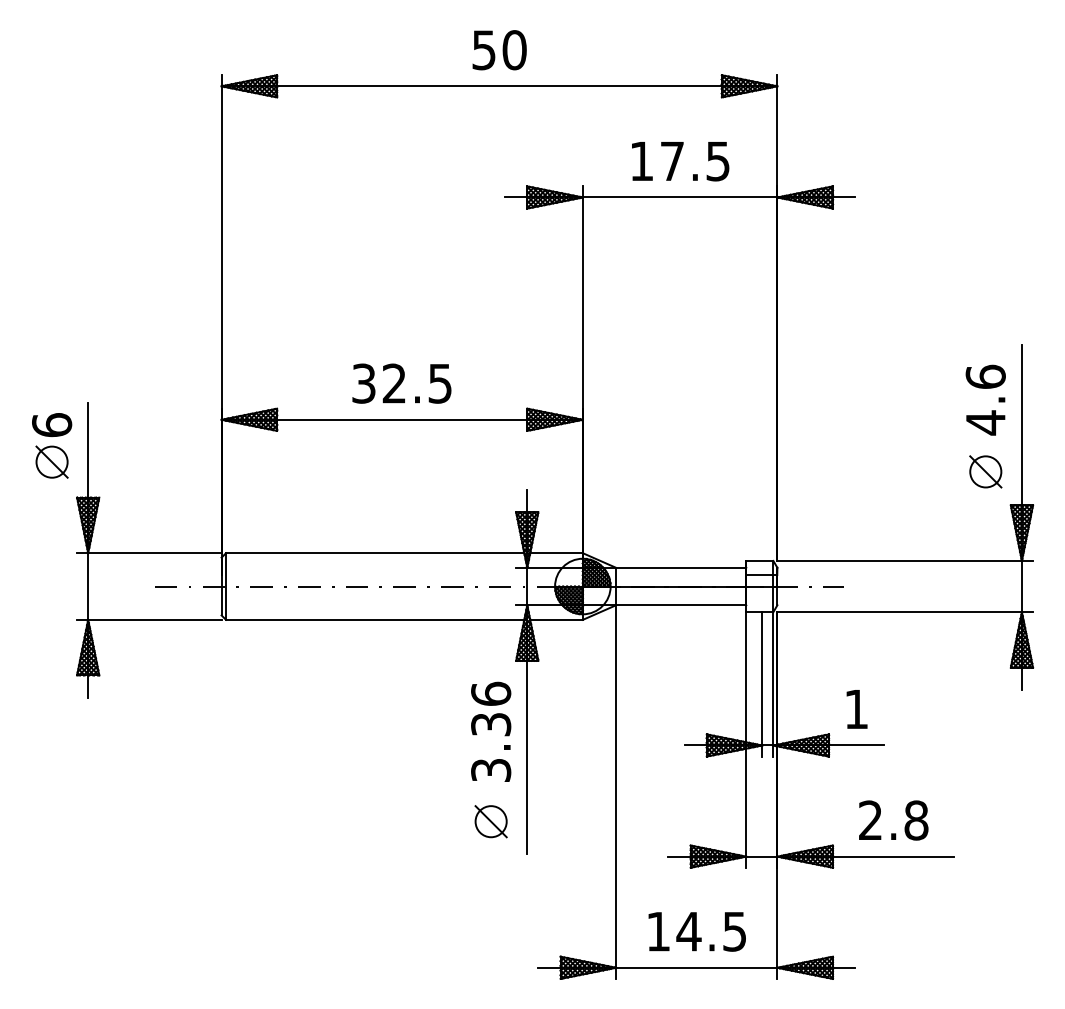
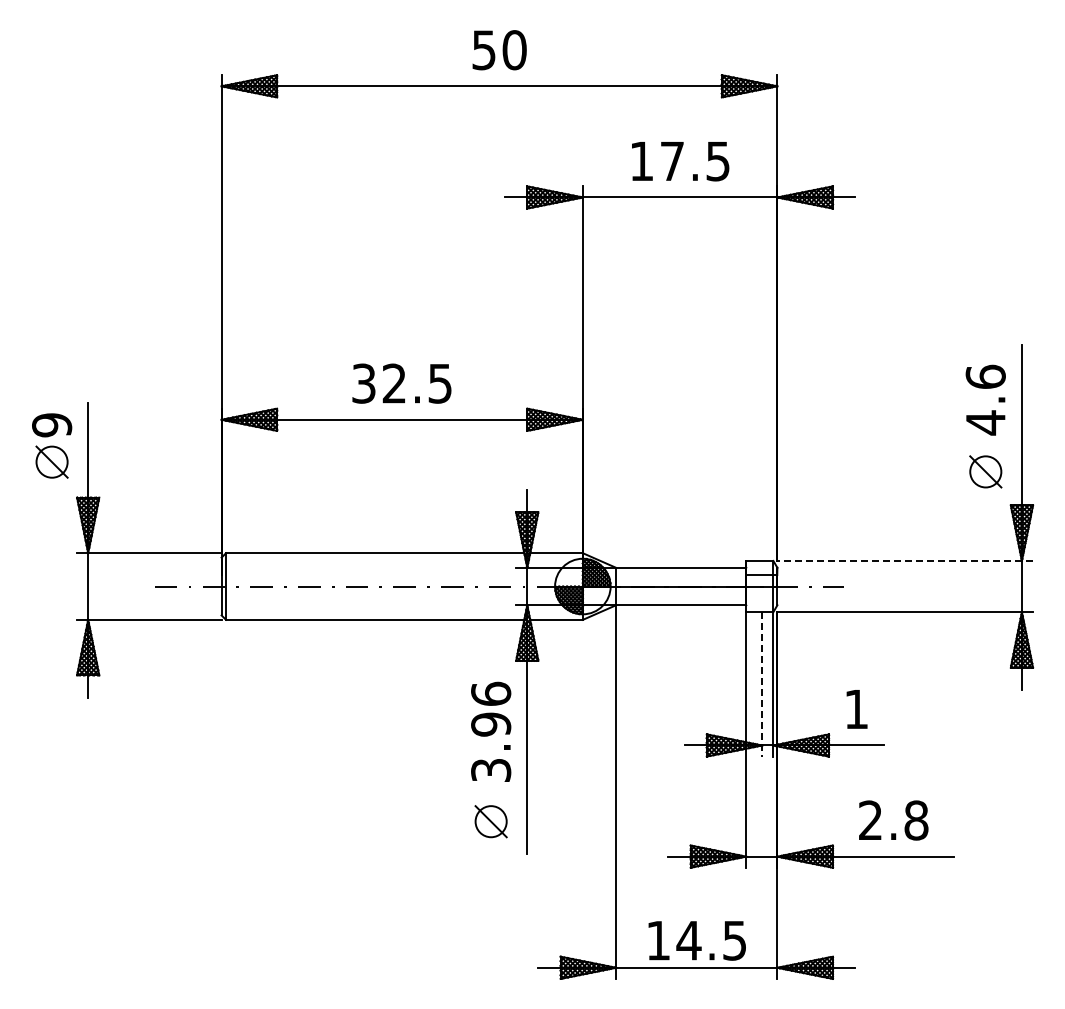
text at (52, 425): 6 -> 9
line at (905, 560): solid -> dashed
line at (762, 684): solid -> dashed
text at (491, 724): 3.36 -> 3.96
text at (696, 931) position: (696, 931) -> (696, 940)
